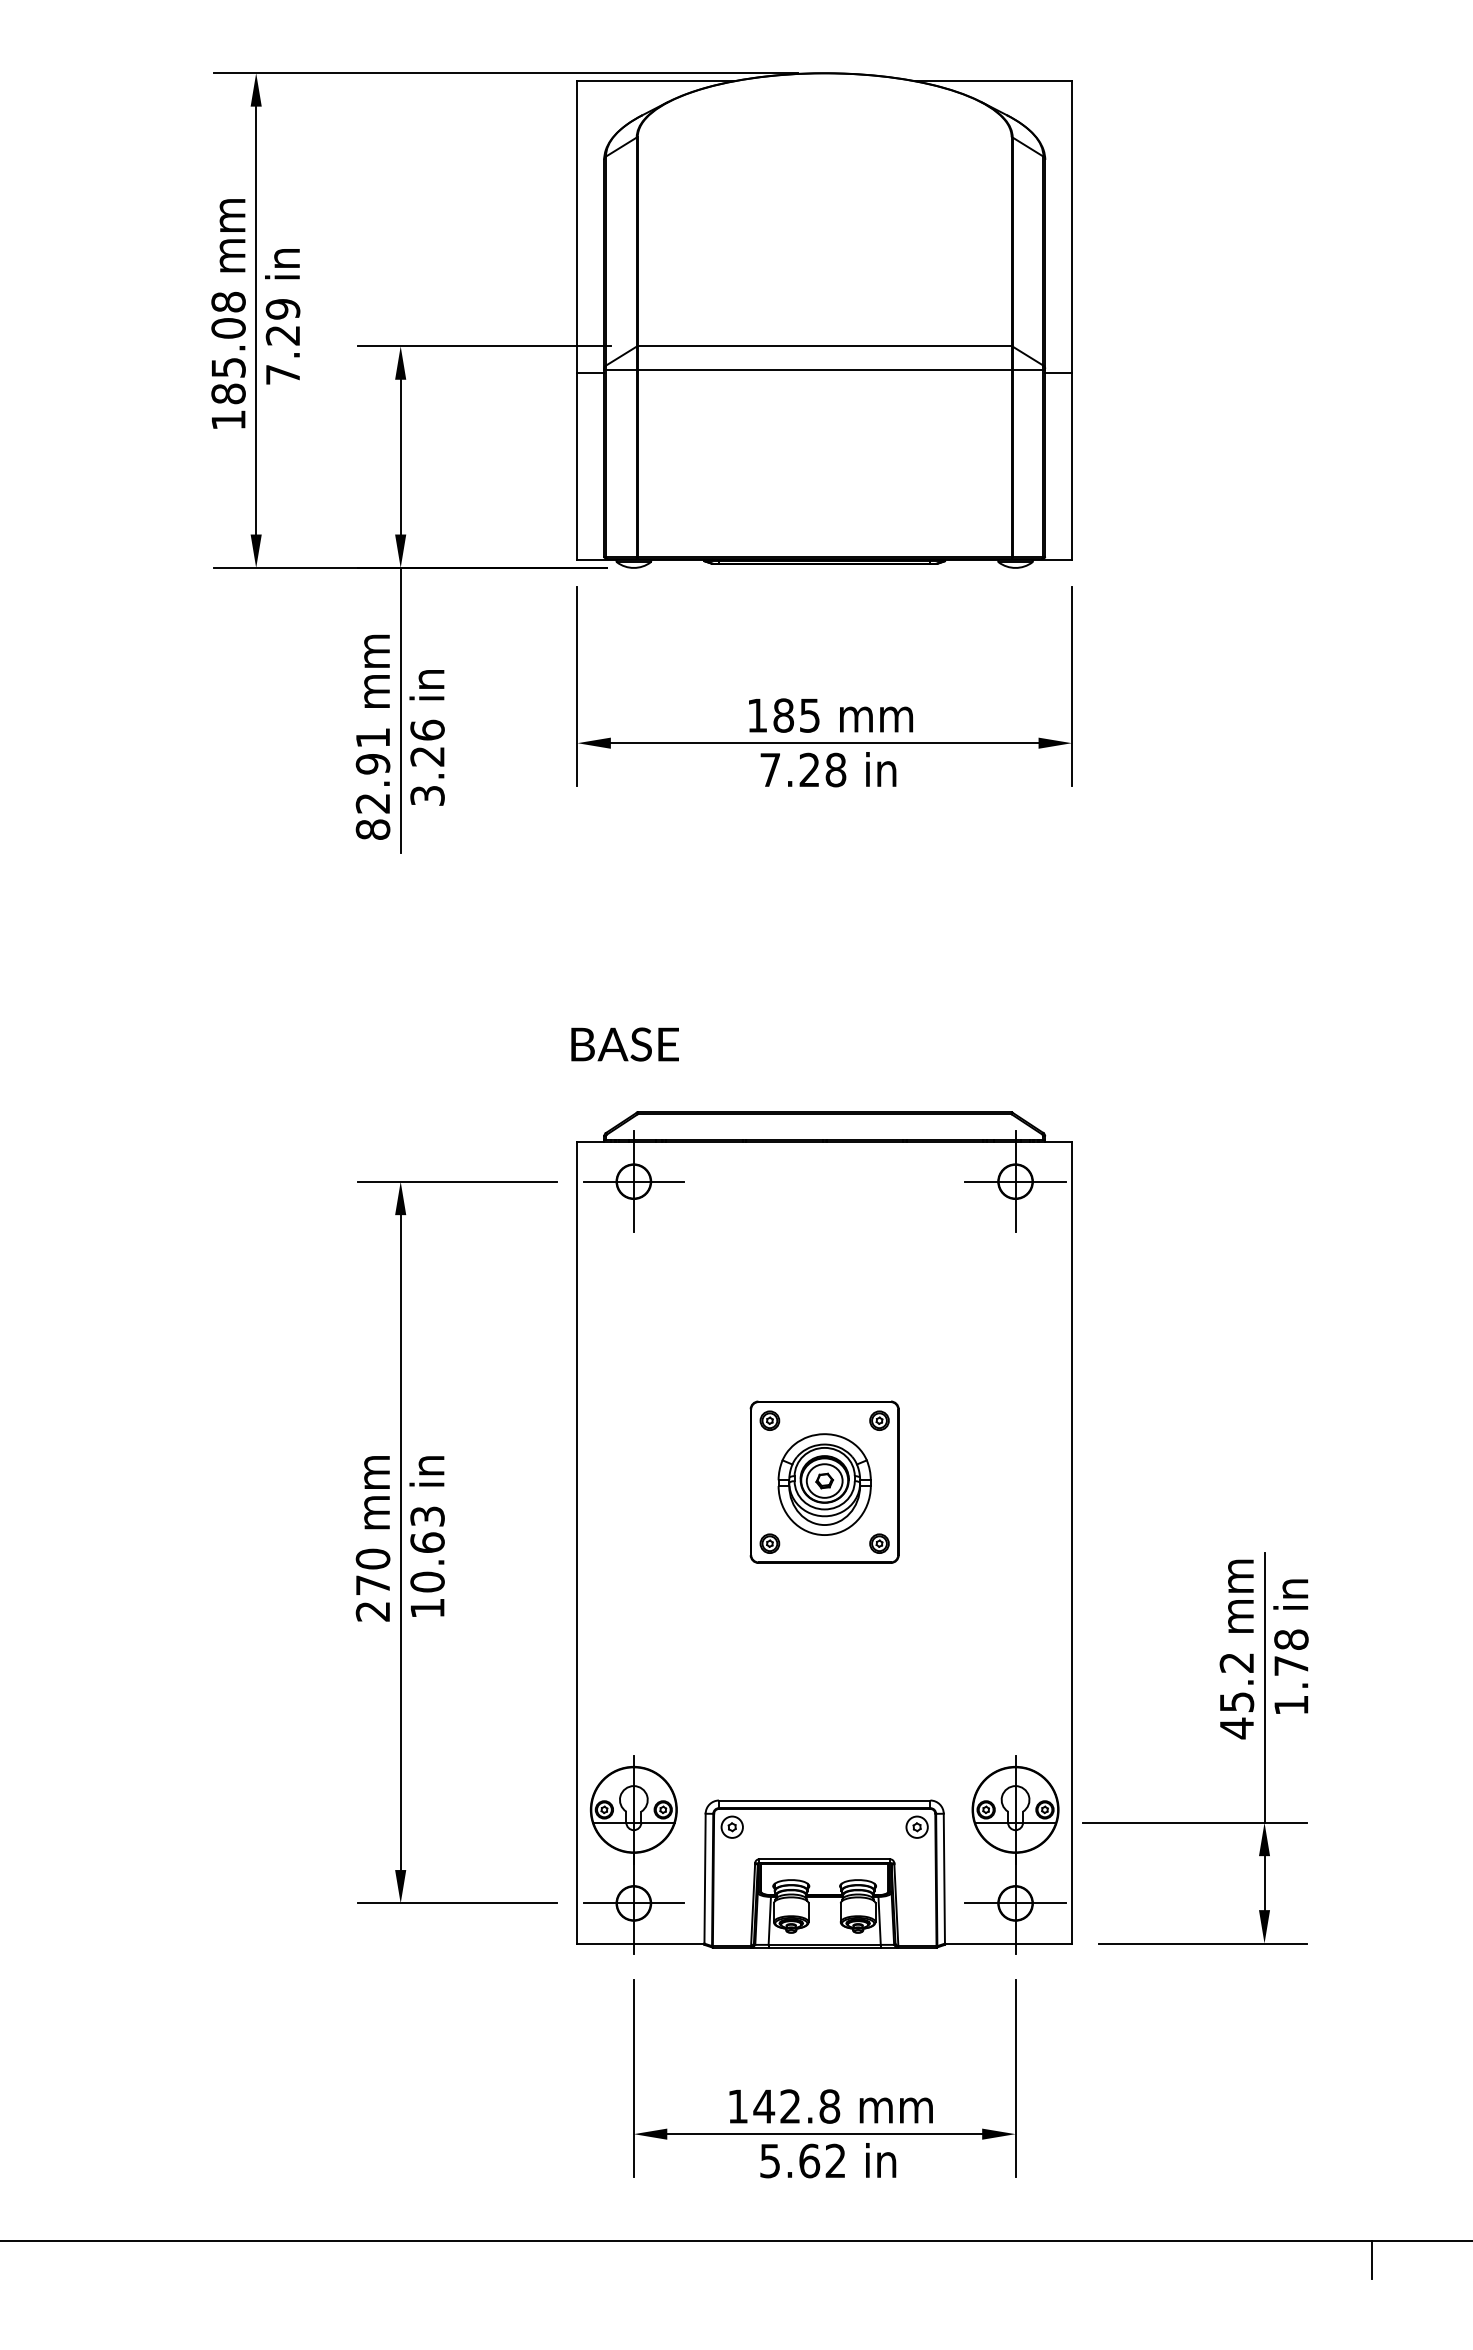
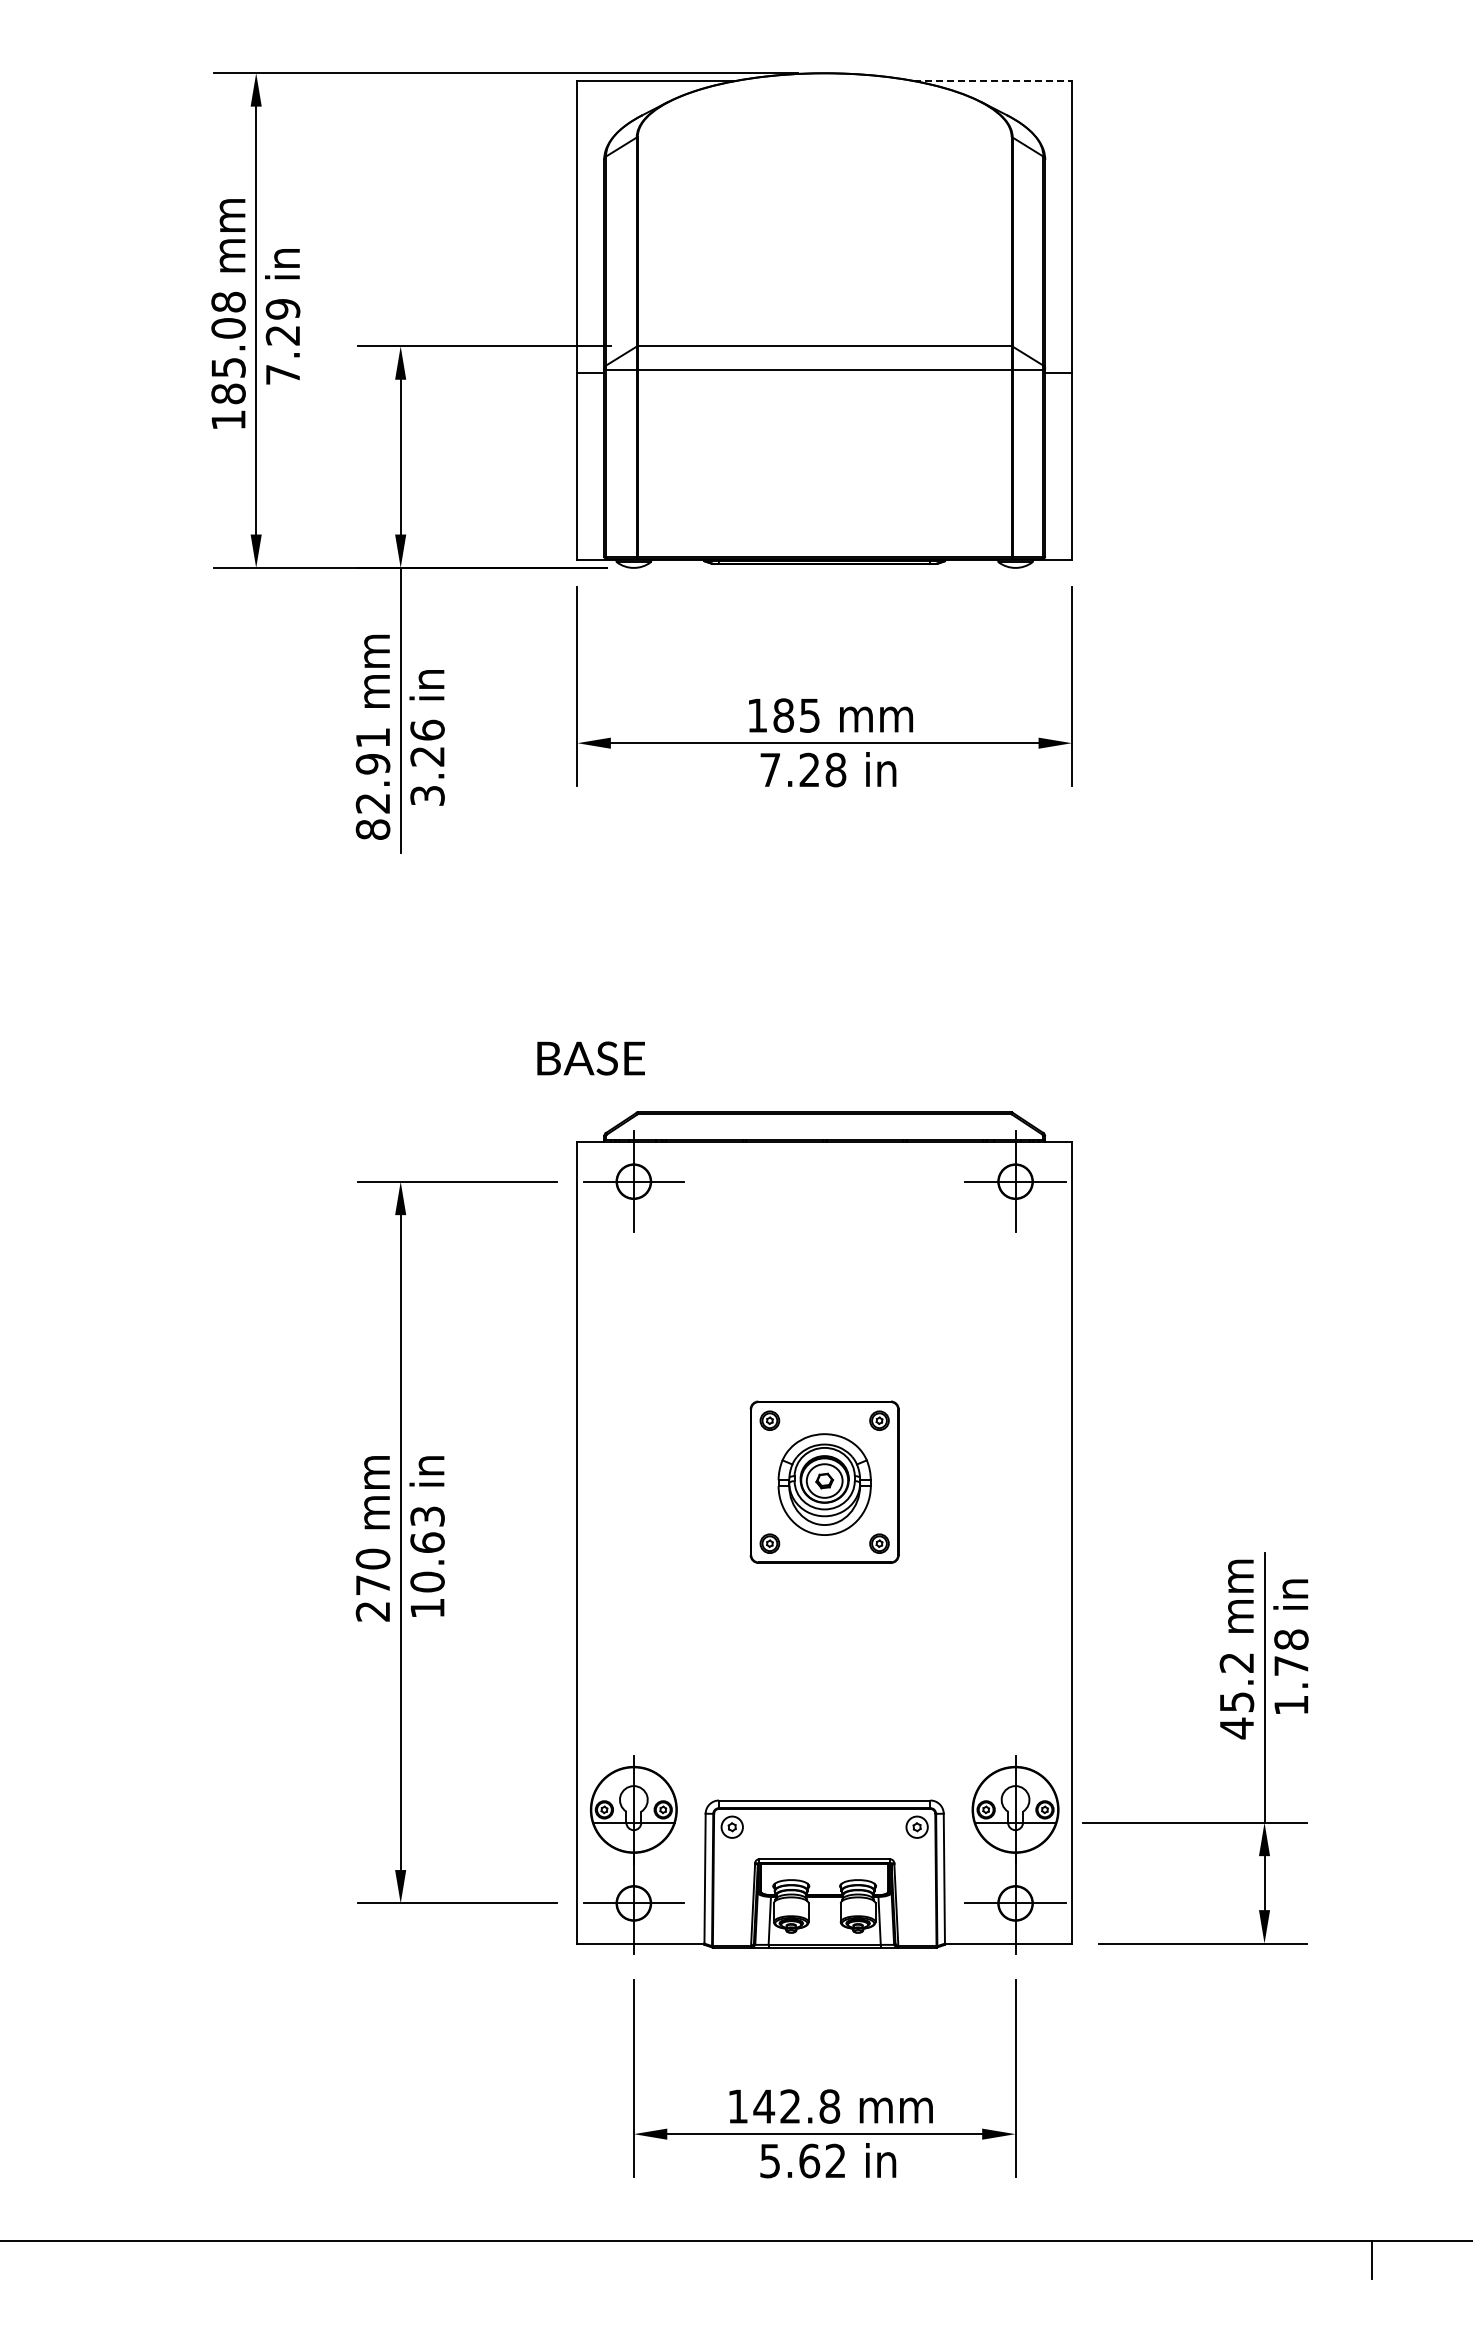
line at (993, 80): solid -> dashed
text at (624, 1044) position: (624, 1044) -> (590, 1058)
